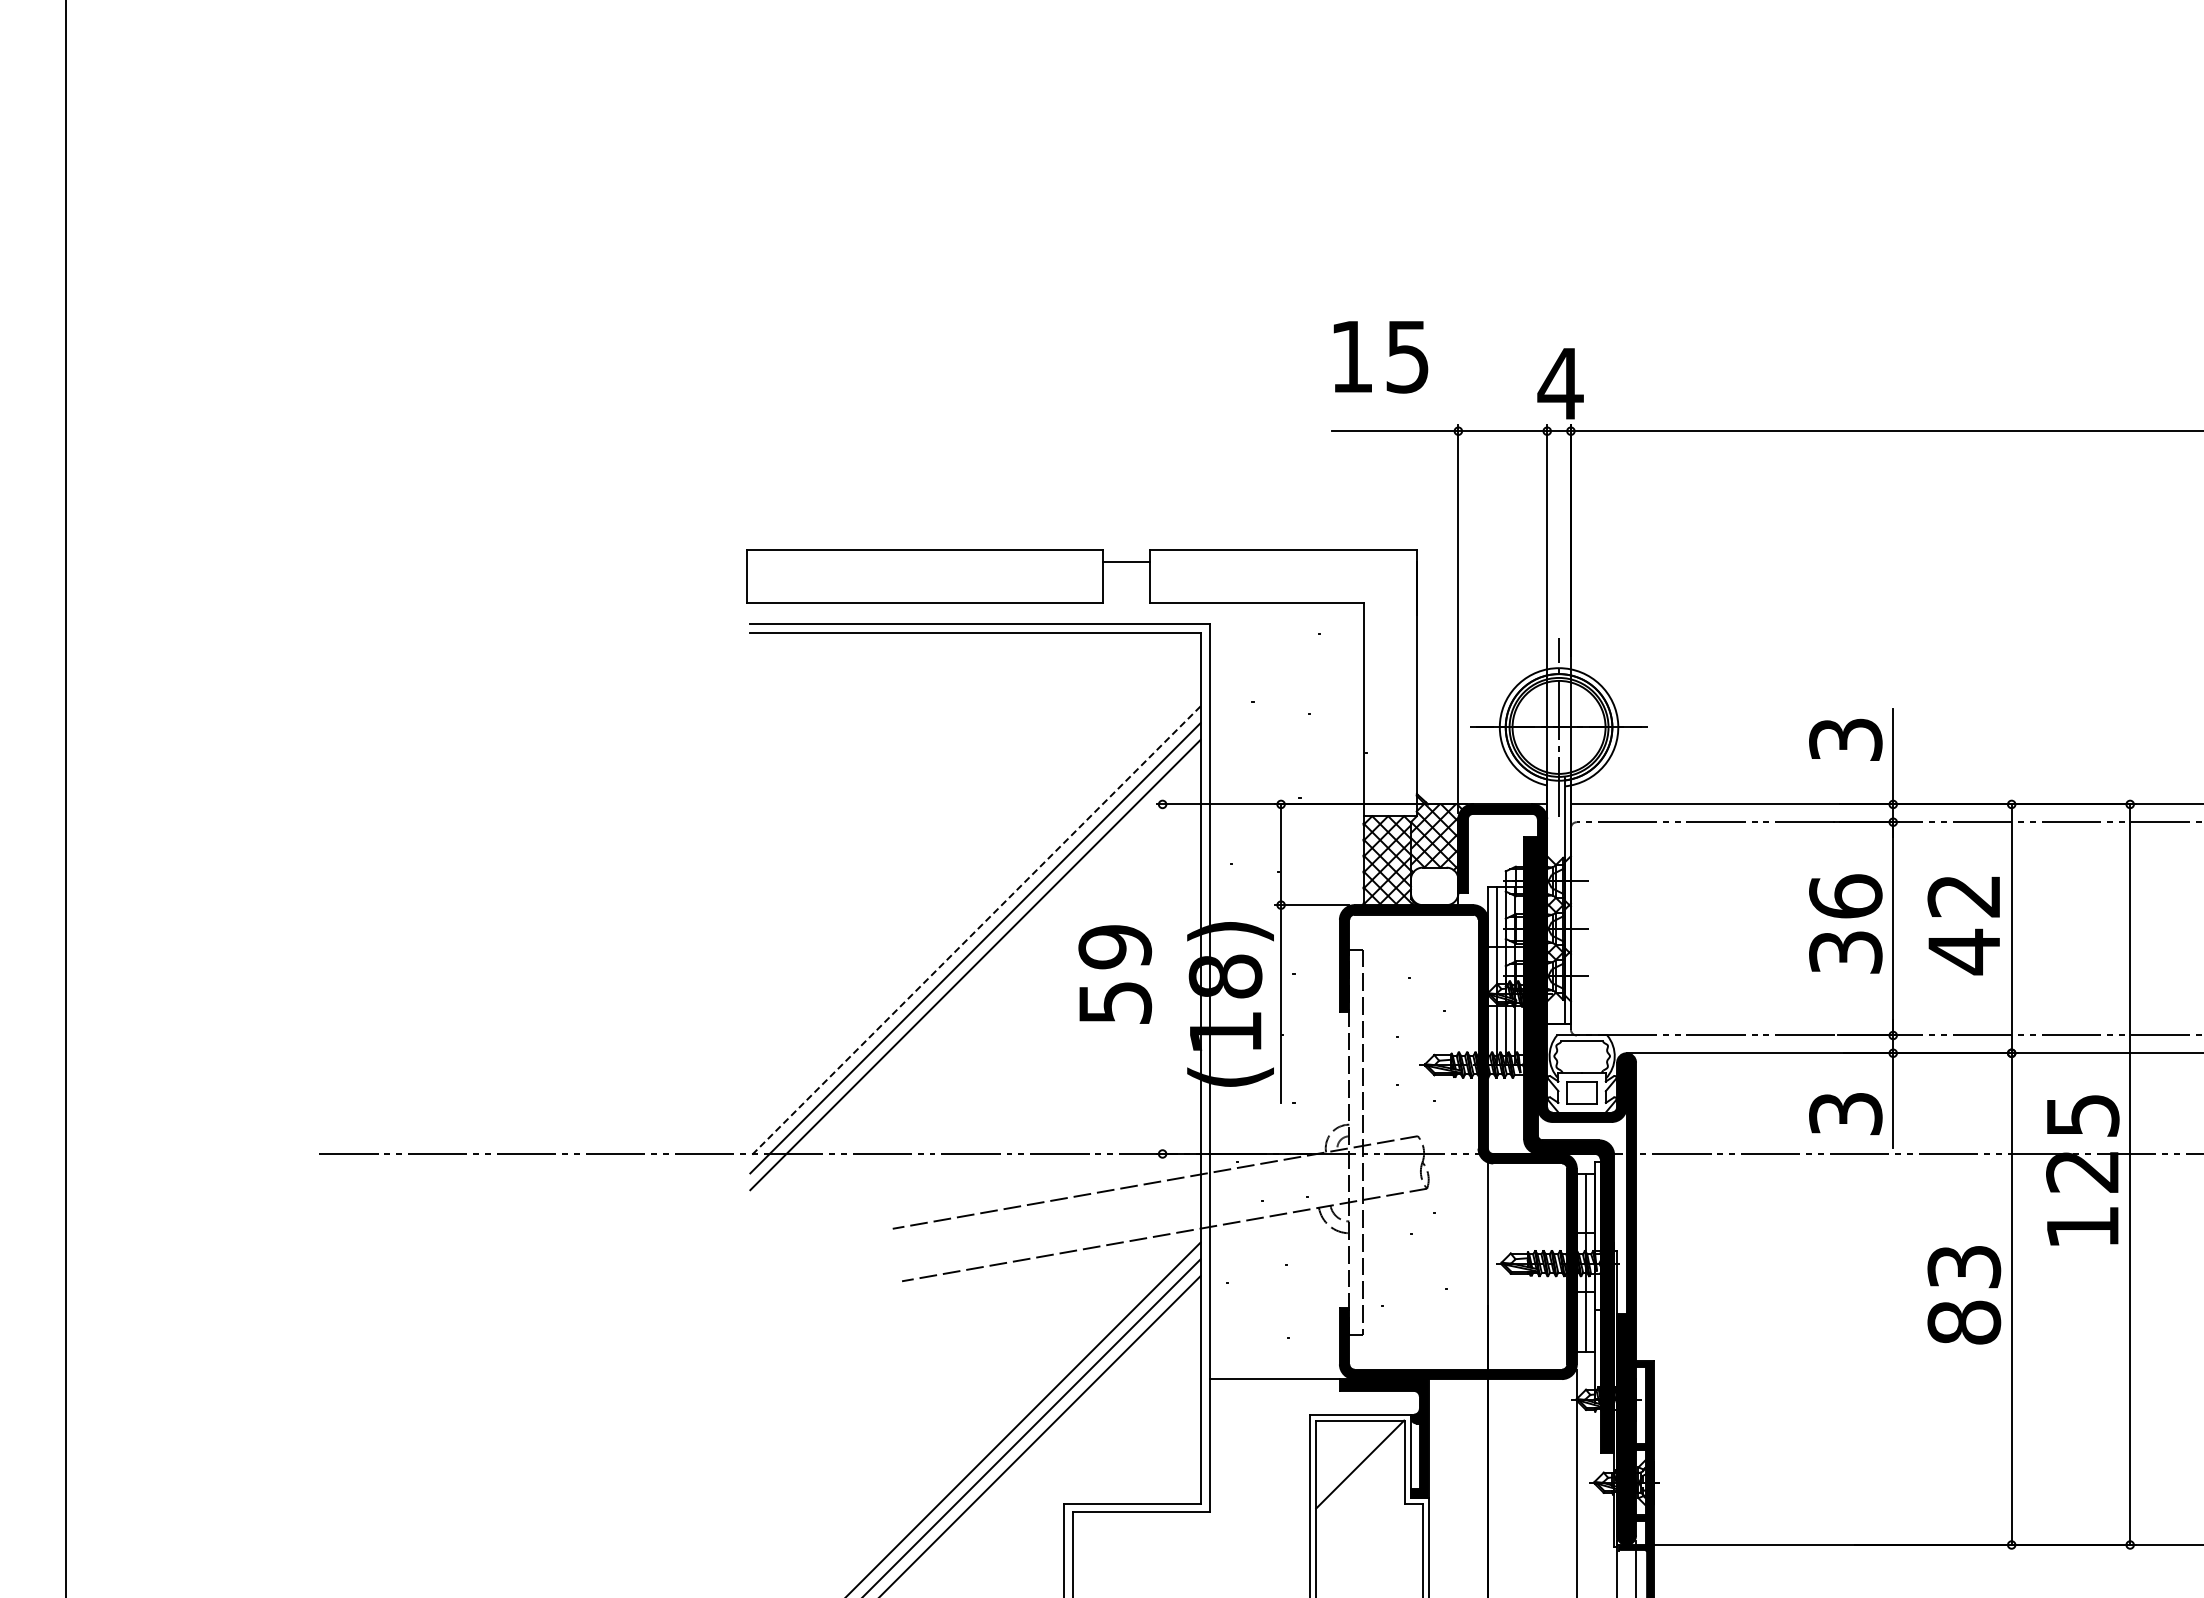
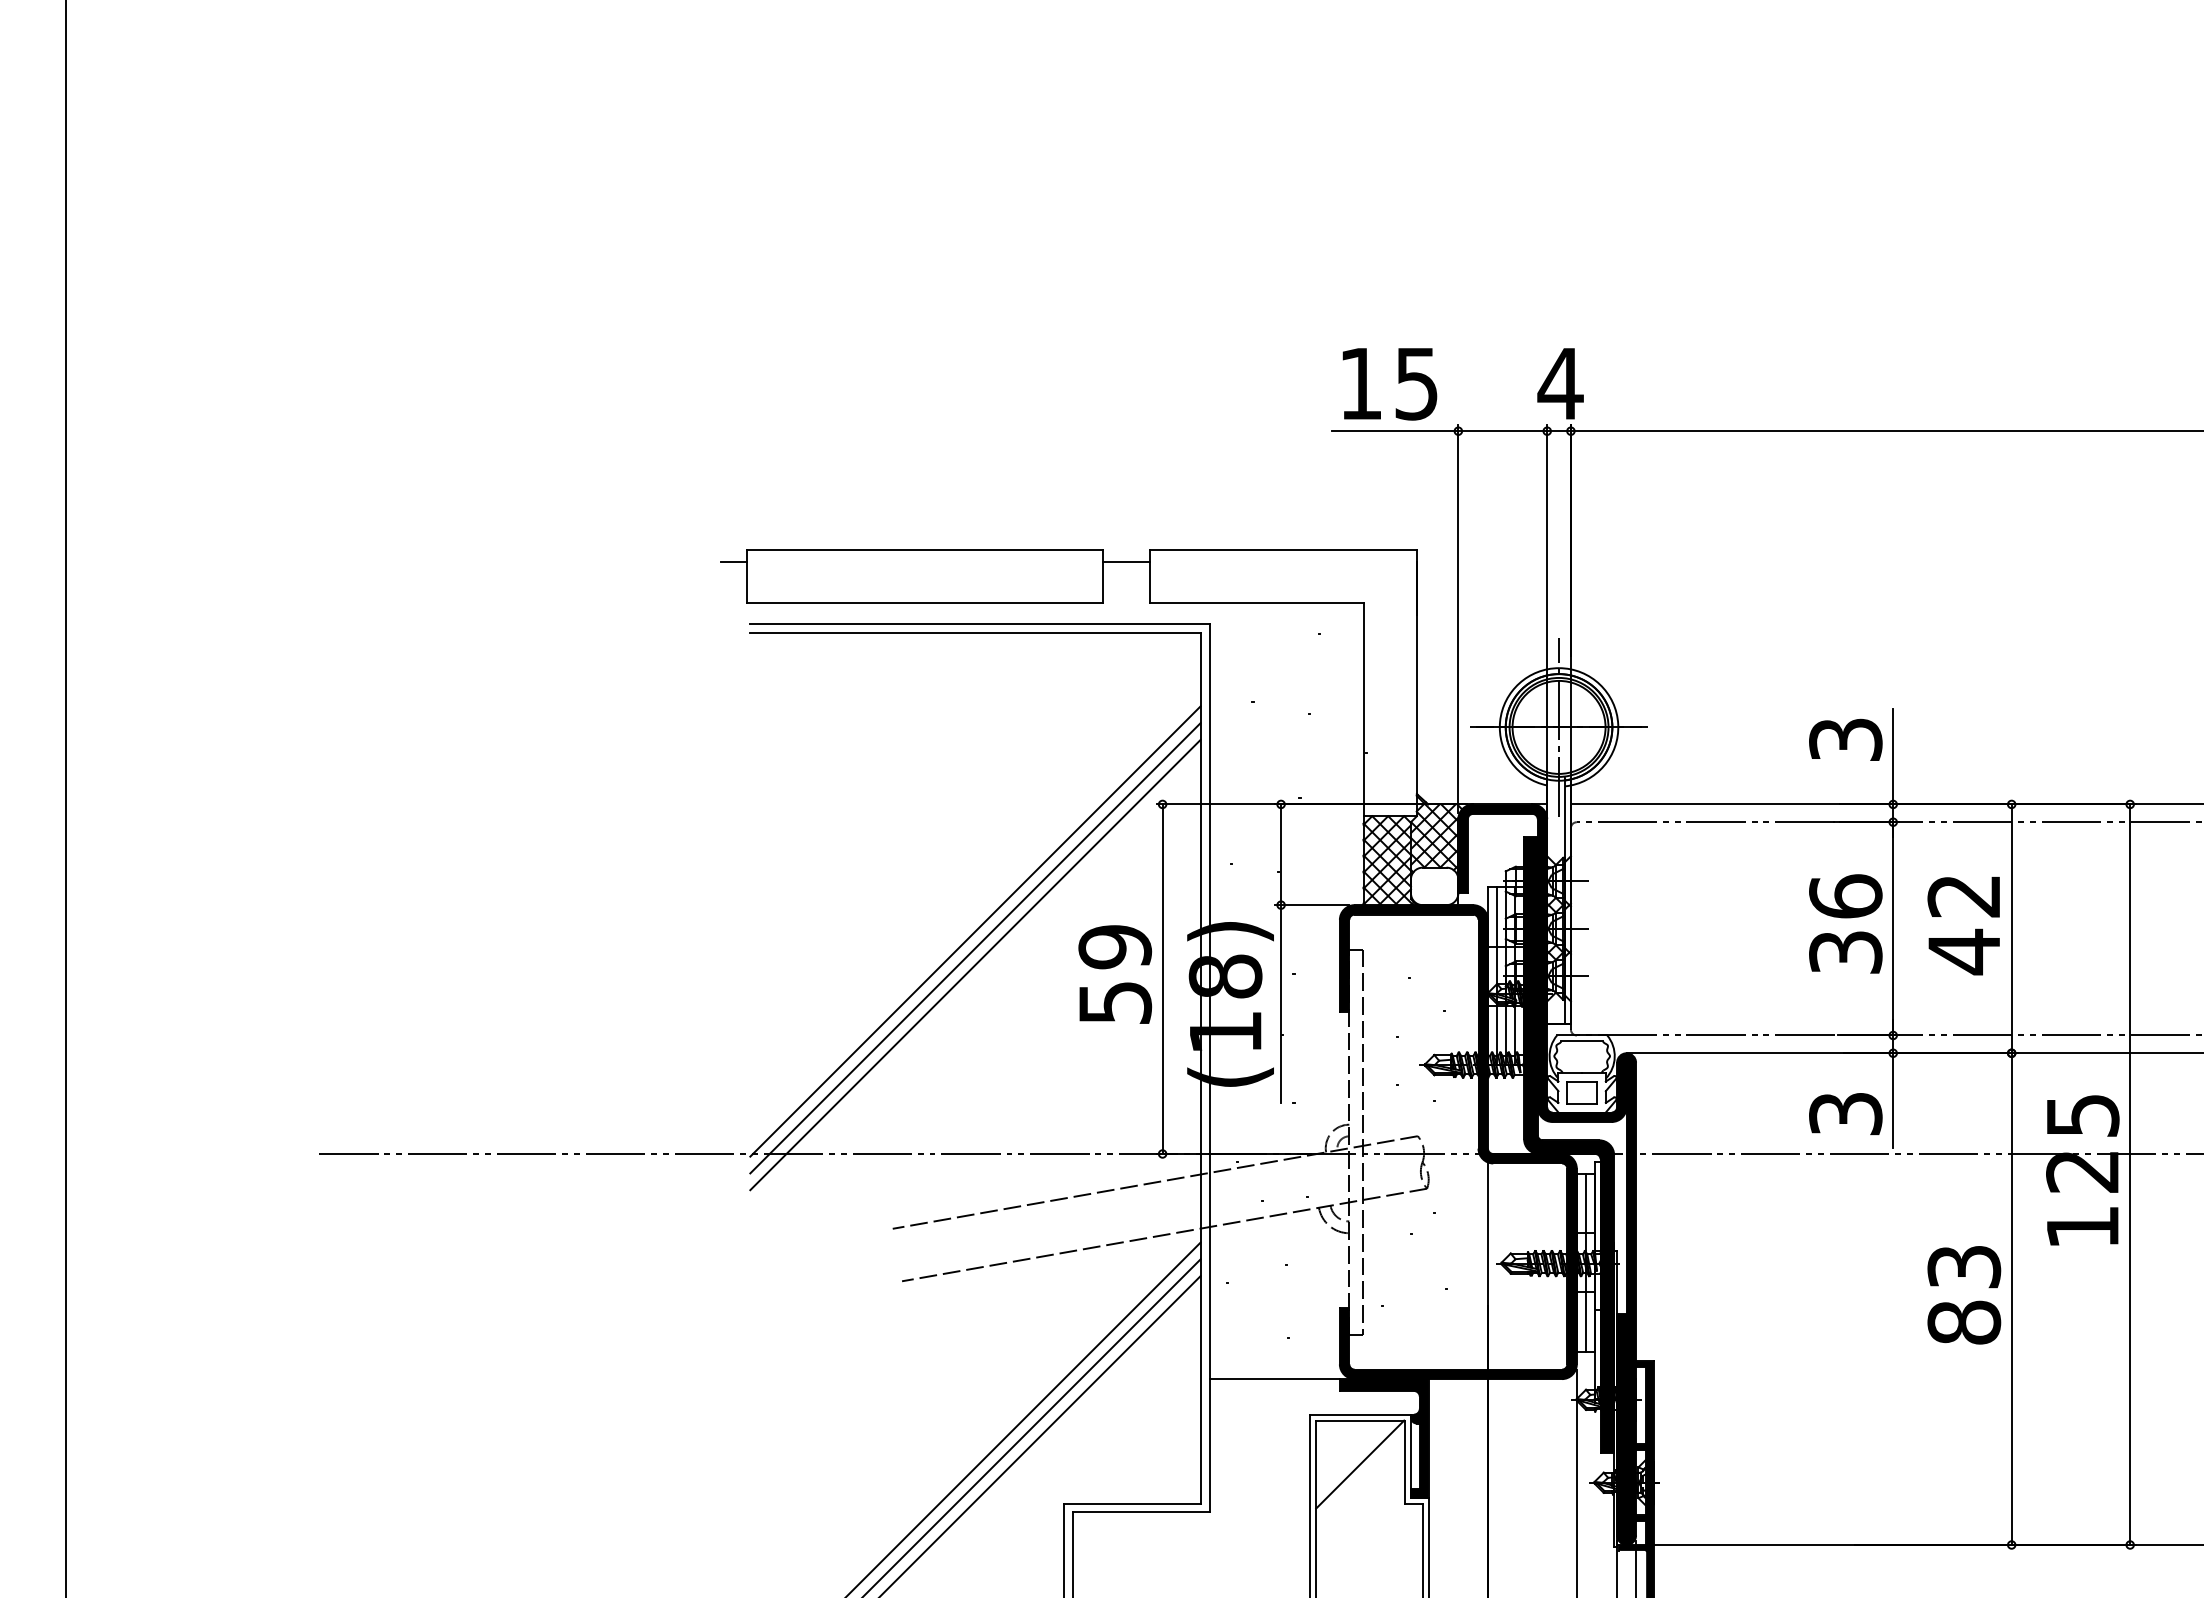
text at (1380, 357) position: (1380, 357) -> (1389, 384)
line at (733, 561): none -> present
line at (975, 931): dashed -> solid
line at (1162, 978): none -> present
